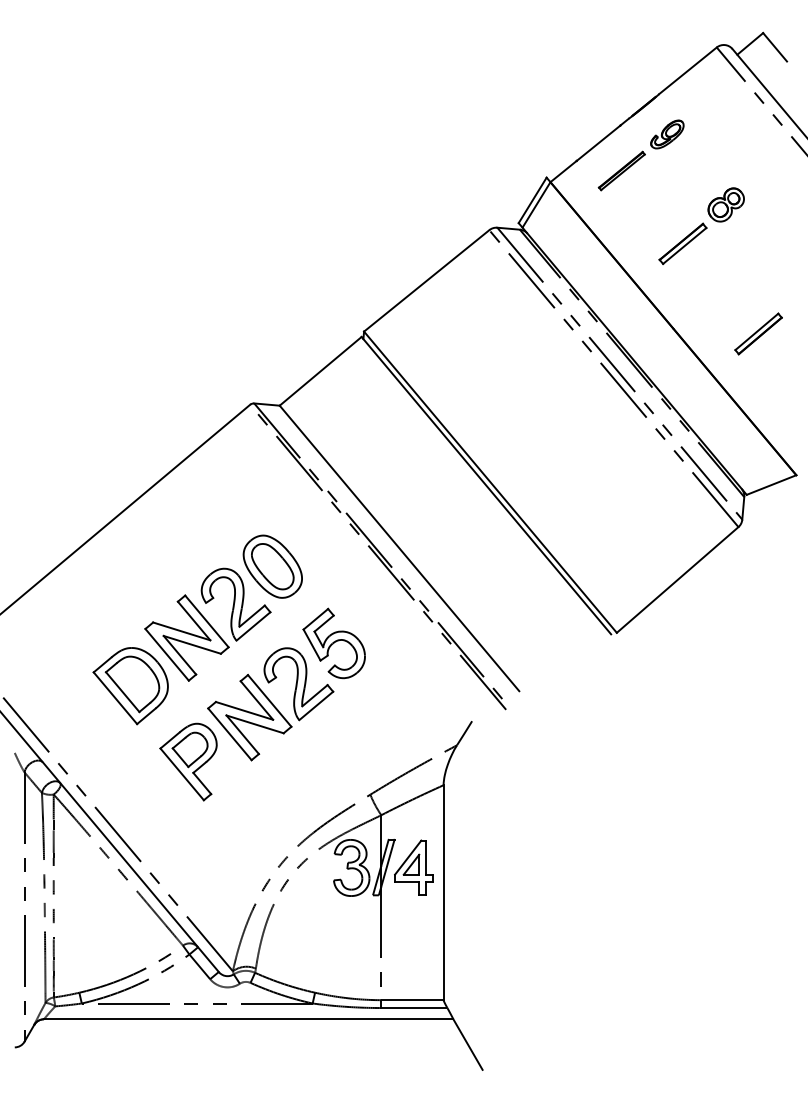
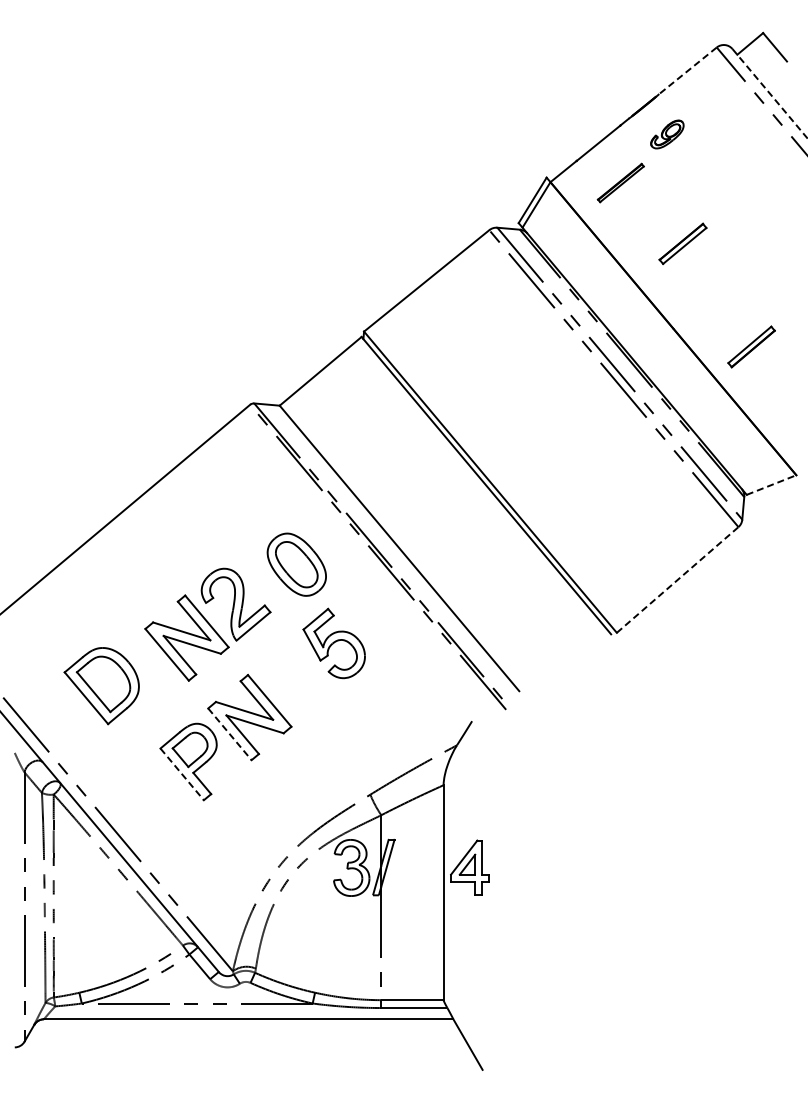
line at (687, 71): solid -> dashed
line at (770, 94): solid -> dashed
part at (621, 170) position: (621, 170) -> (620, 182)
part at (725, 204): present -> none
part at (758, 333) position: (758, 333) -> (751, 346)
line at (771, 485): solid -> dashed
part at (272, 566) position: (272, 566) -> (296, 564)
line at (677, 579): solid -> dashed
part at (298, 684): present -> none
part at (130, 686) position: (130, 686) -> (101, 686)
line at (229, 734): solid -> dashed
line at (182, 774): solid -> dashed
part at (413, 867) position: (413, 867) -> (469, 867)
